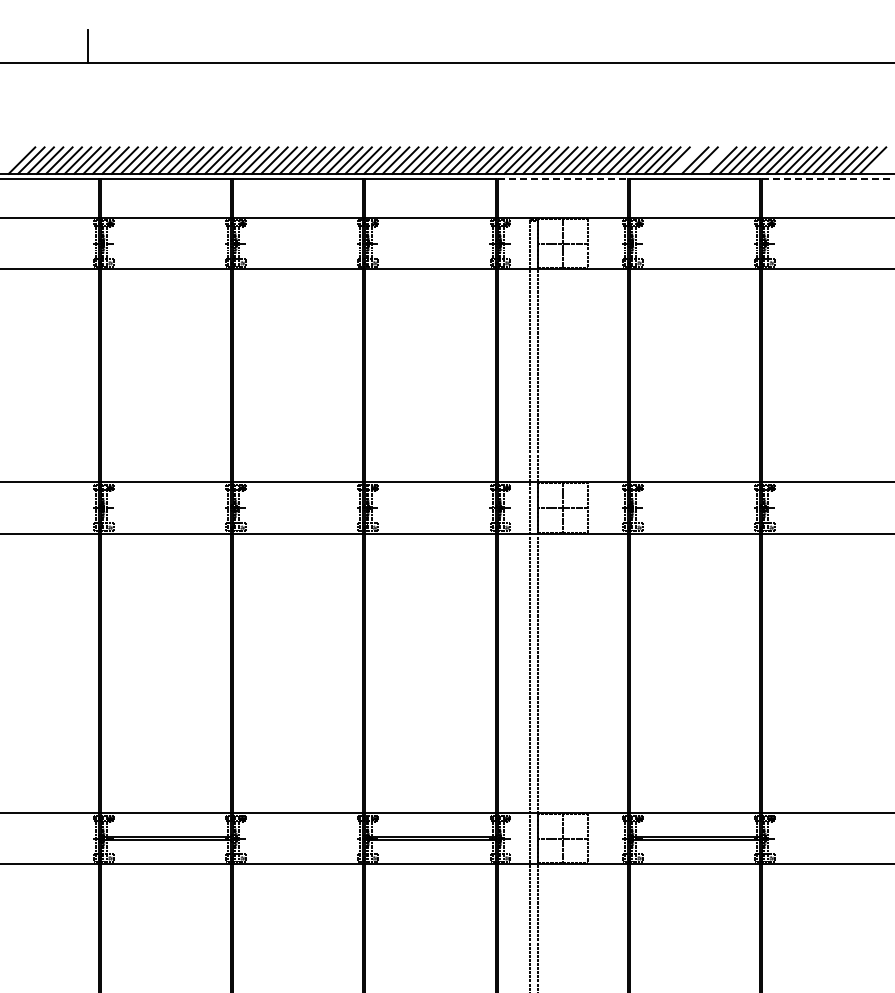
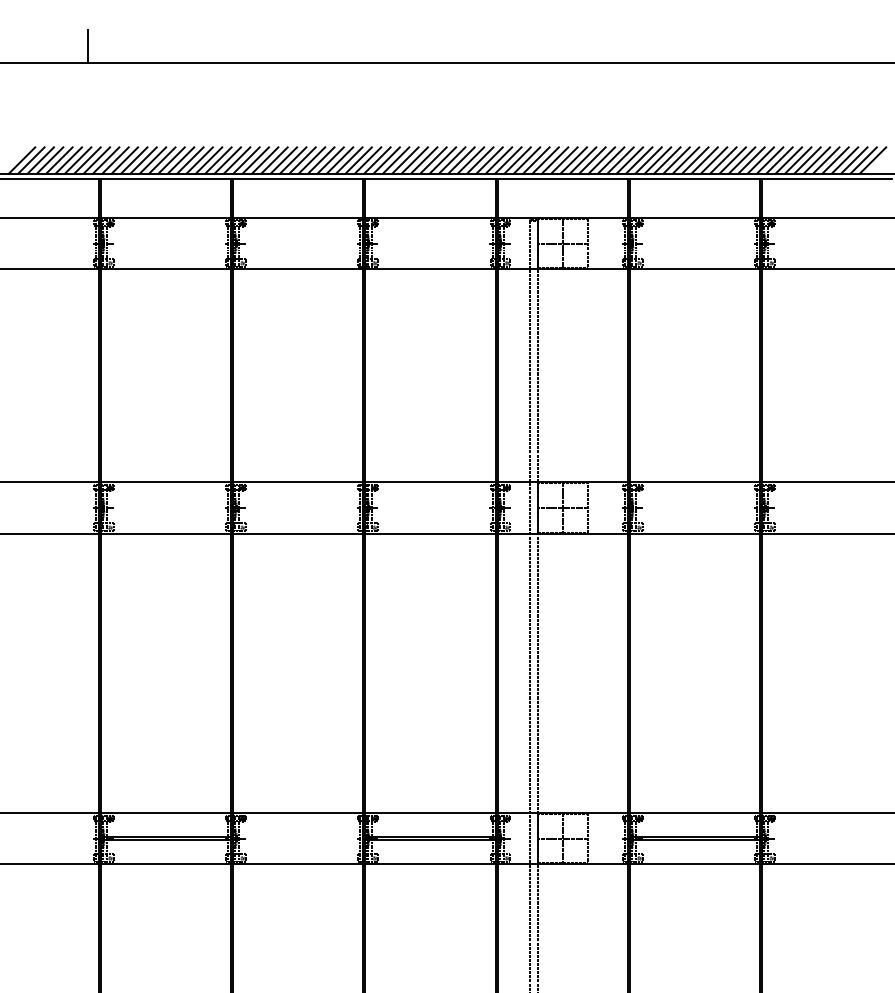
line at (685, 160): none -> present
line at (713, 160): none -> present
line at (563, 179): dashed -> solid
line at (827, 179): dashed -> solid
